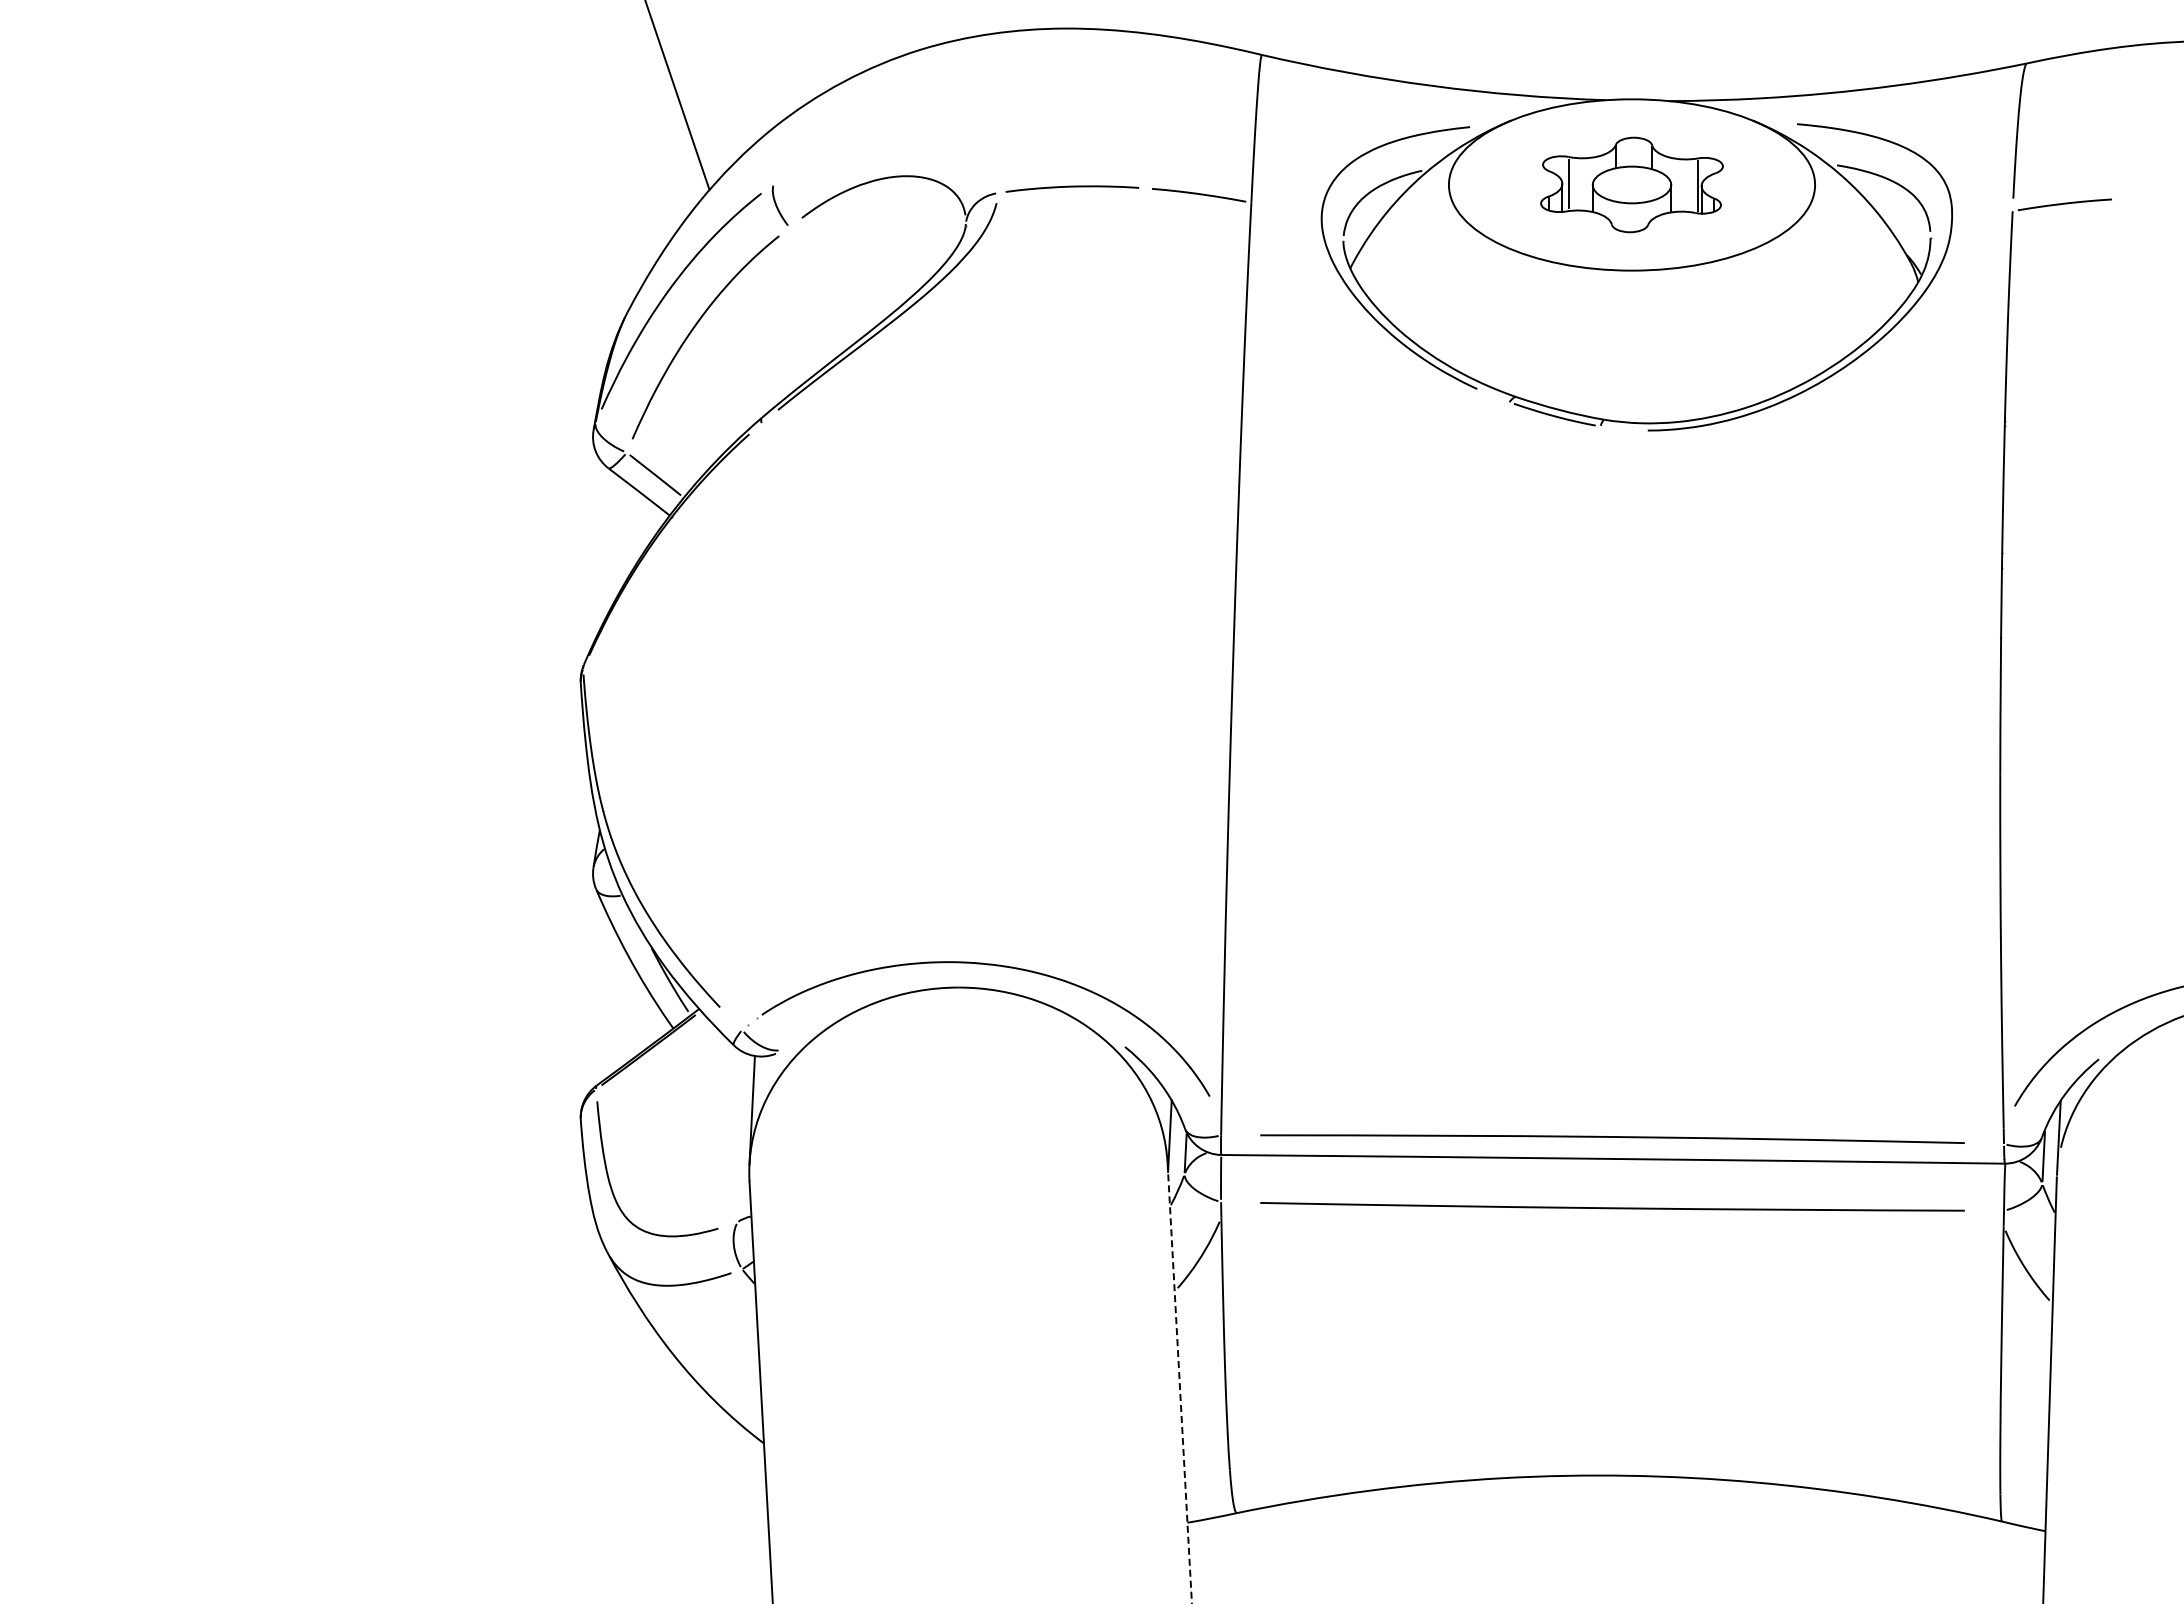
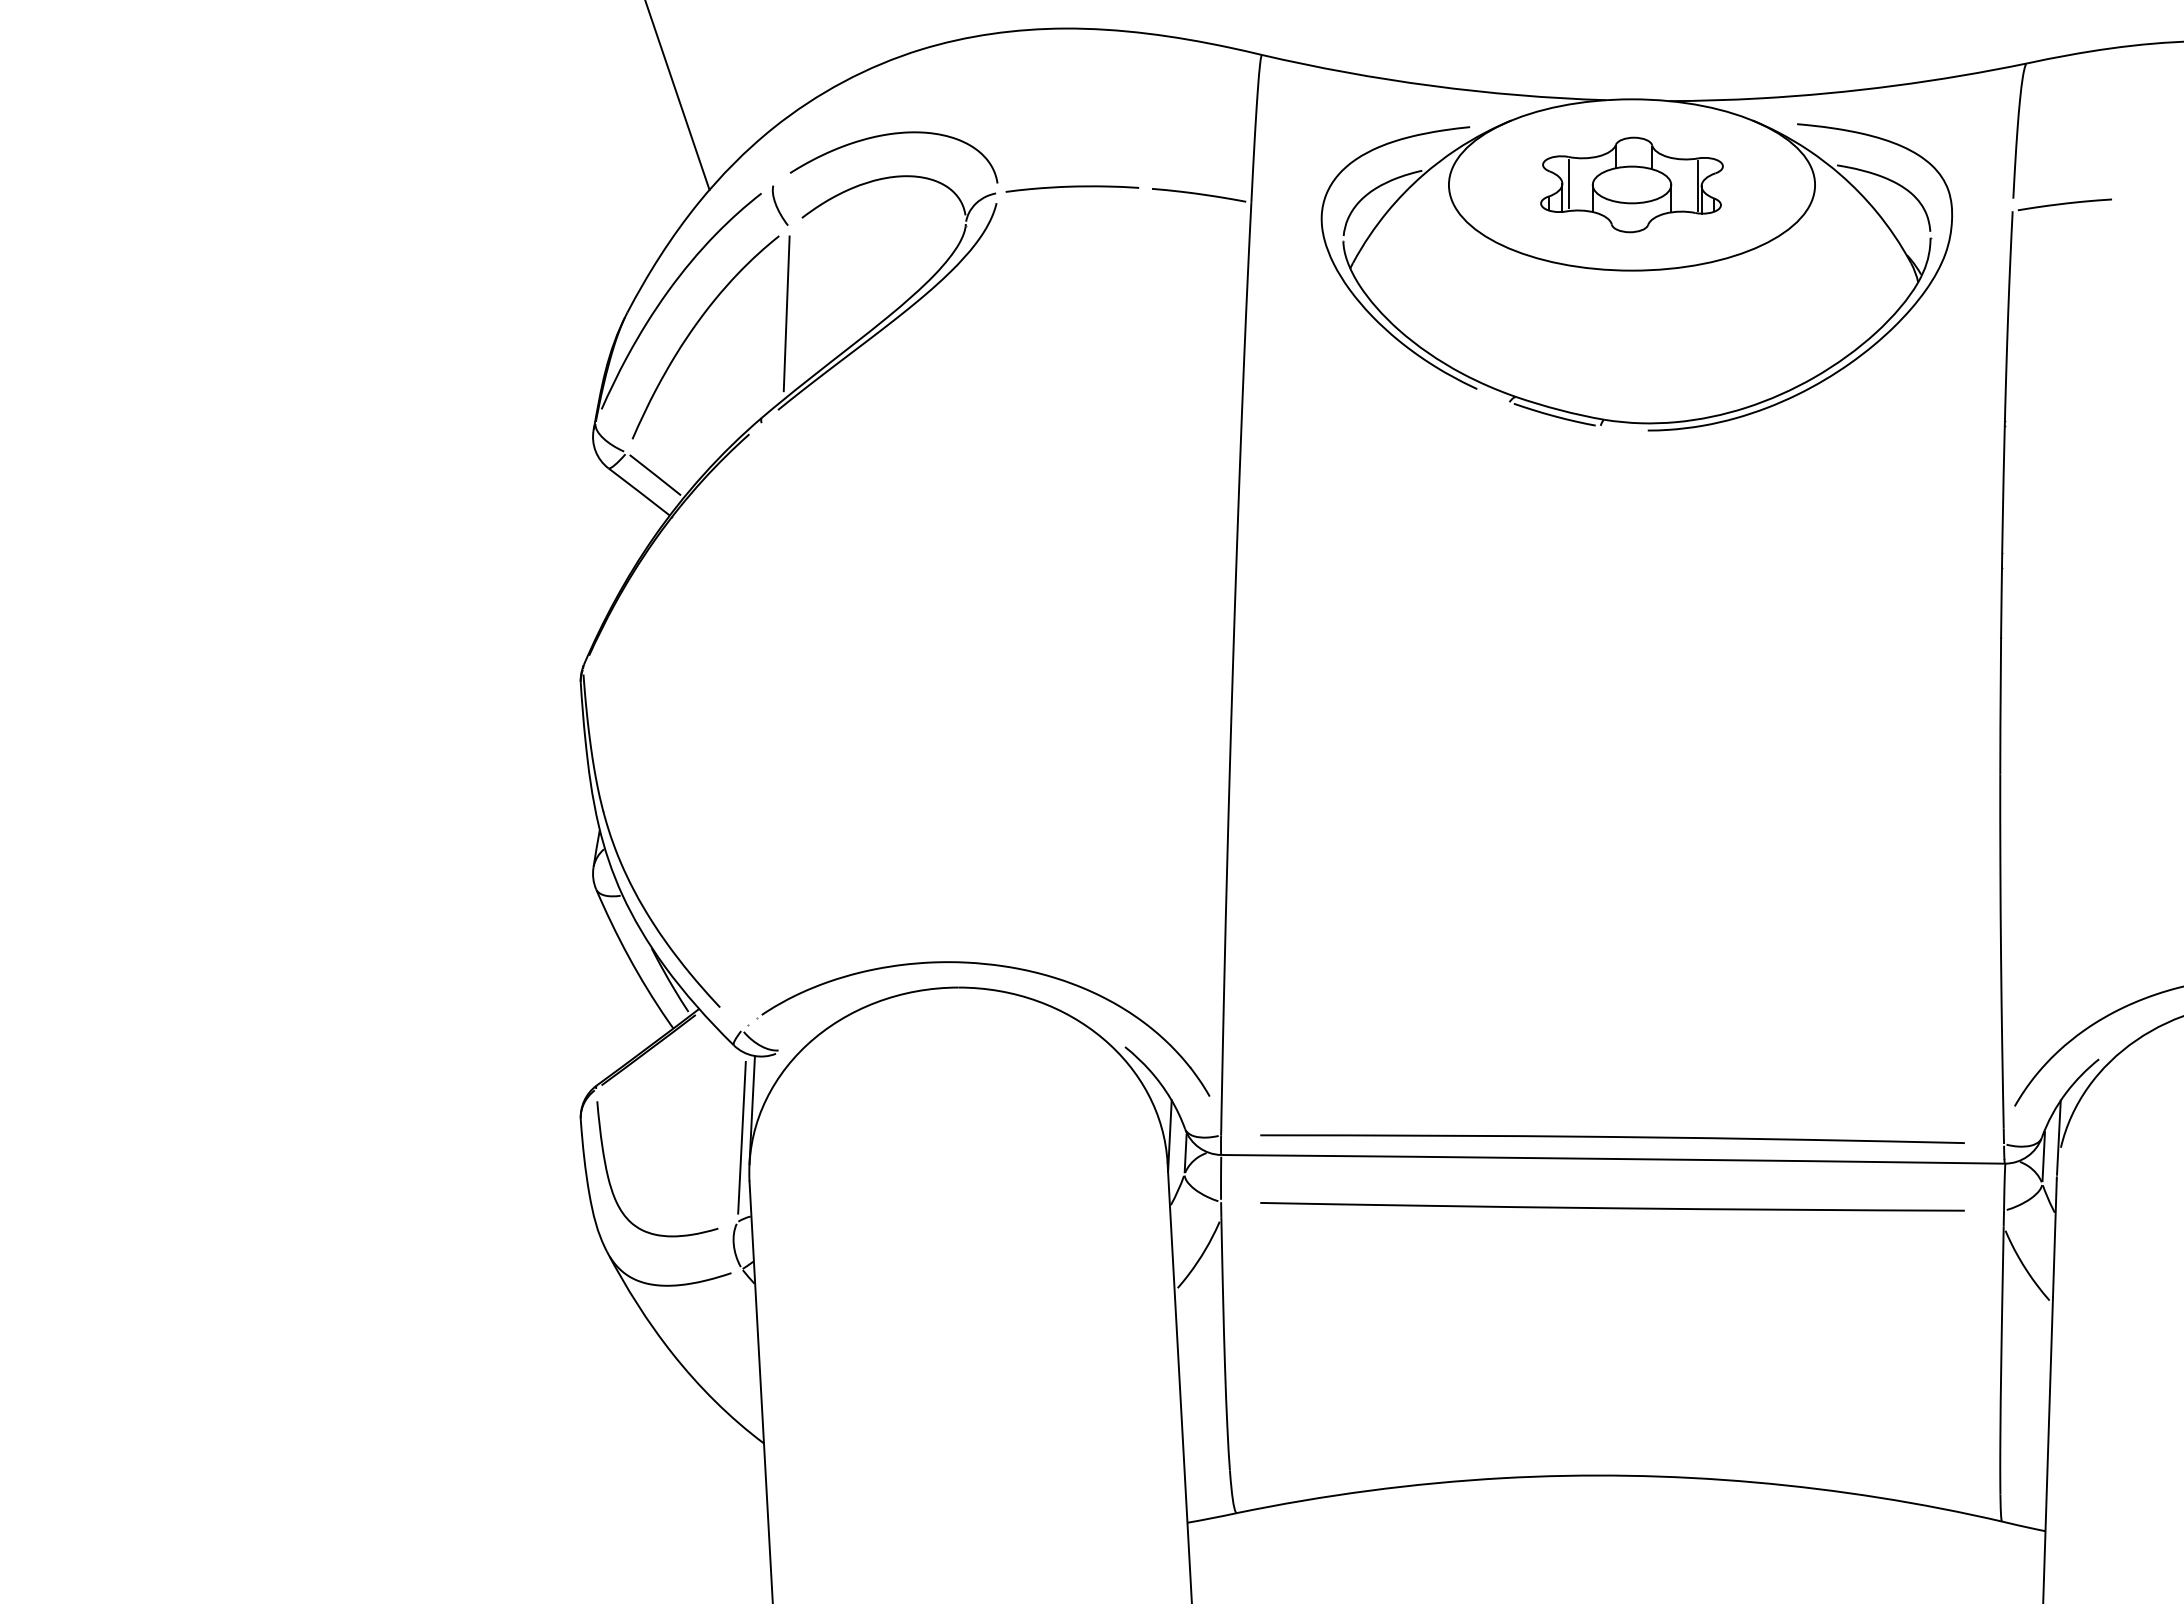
curve at (889, 135): none -> present
line at (786, 313): none -> present
line at (741, 1137): none -> present
line at (1179, 1384): dashed -> solid
